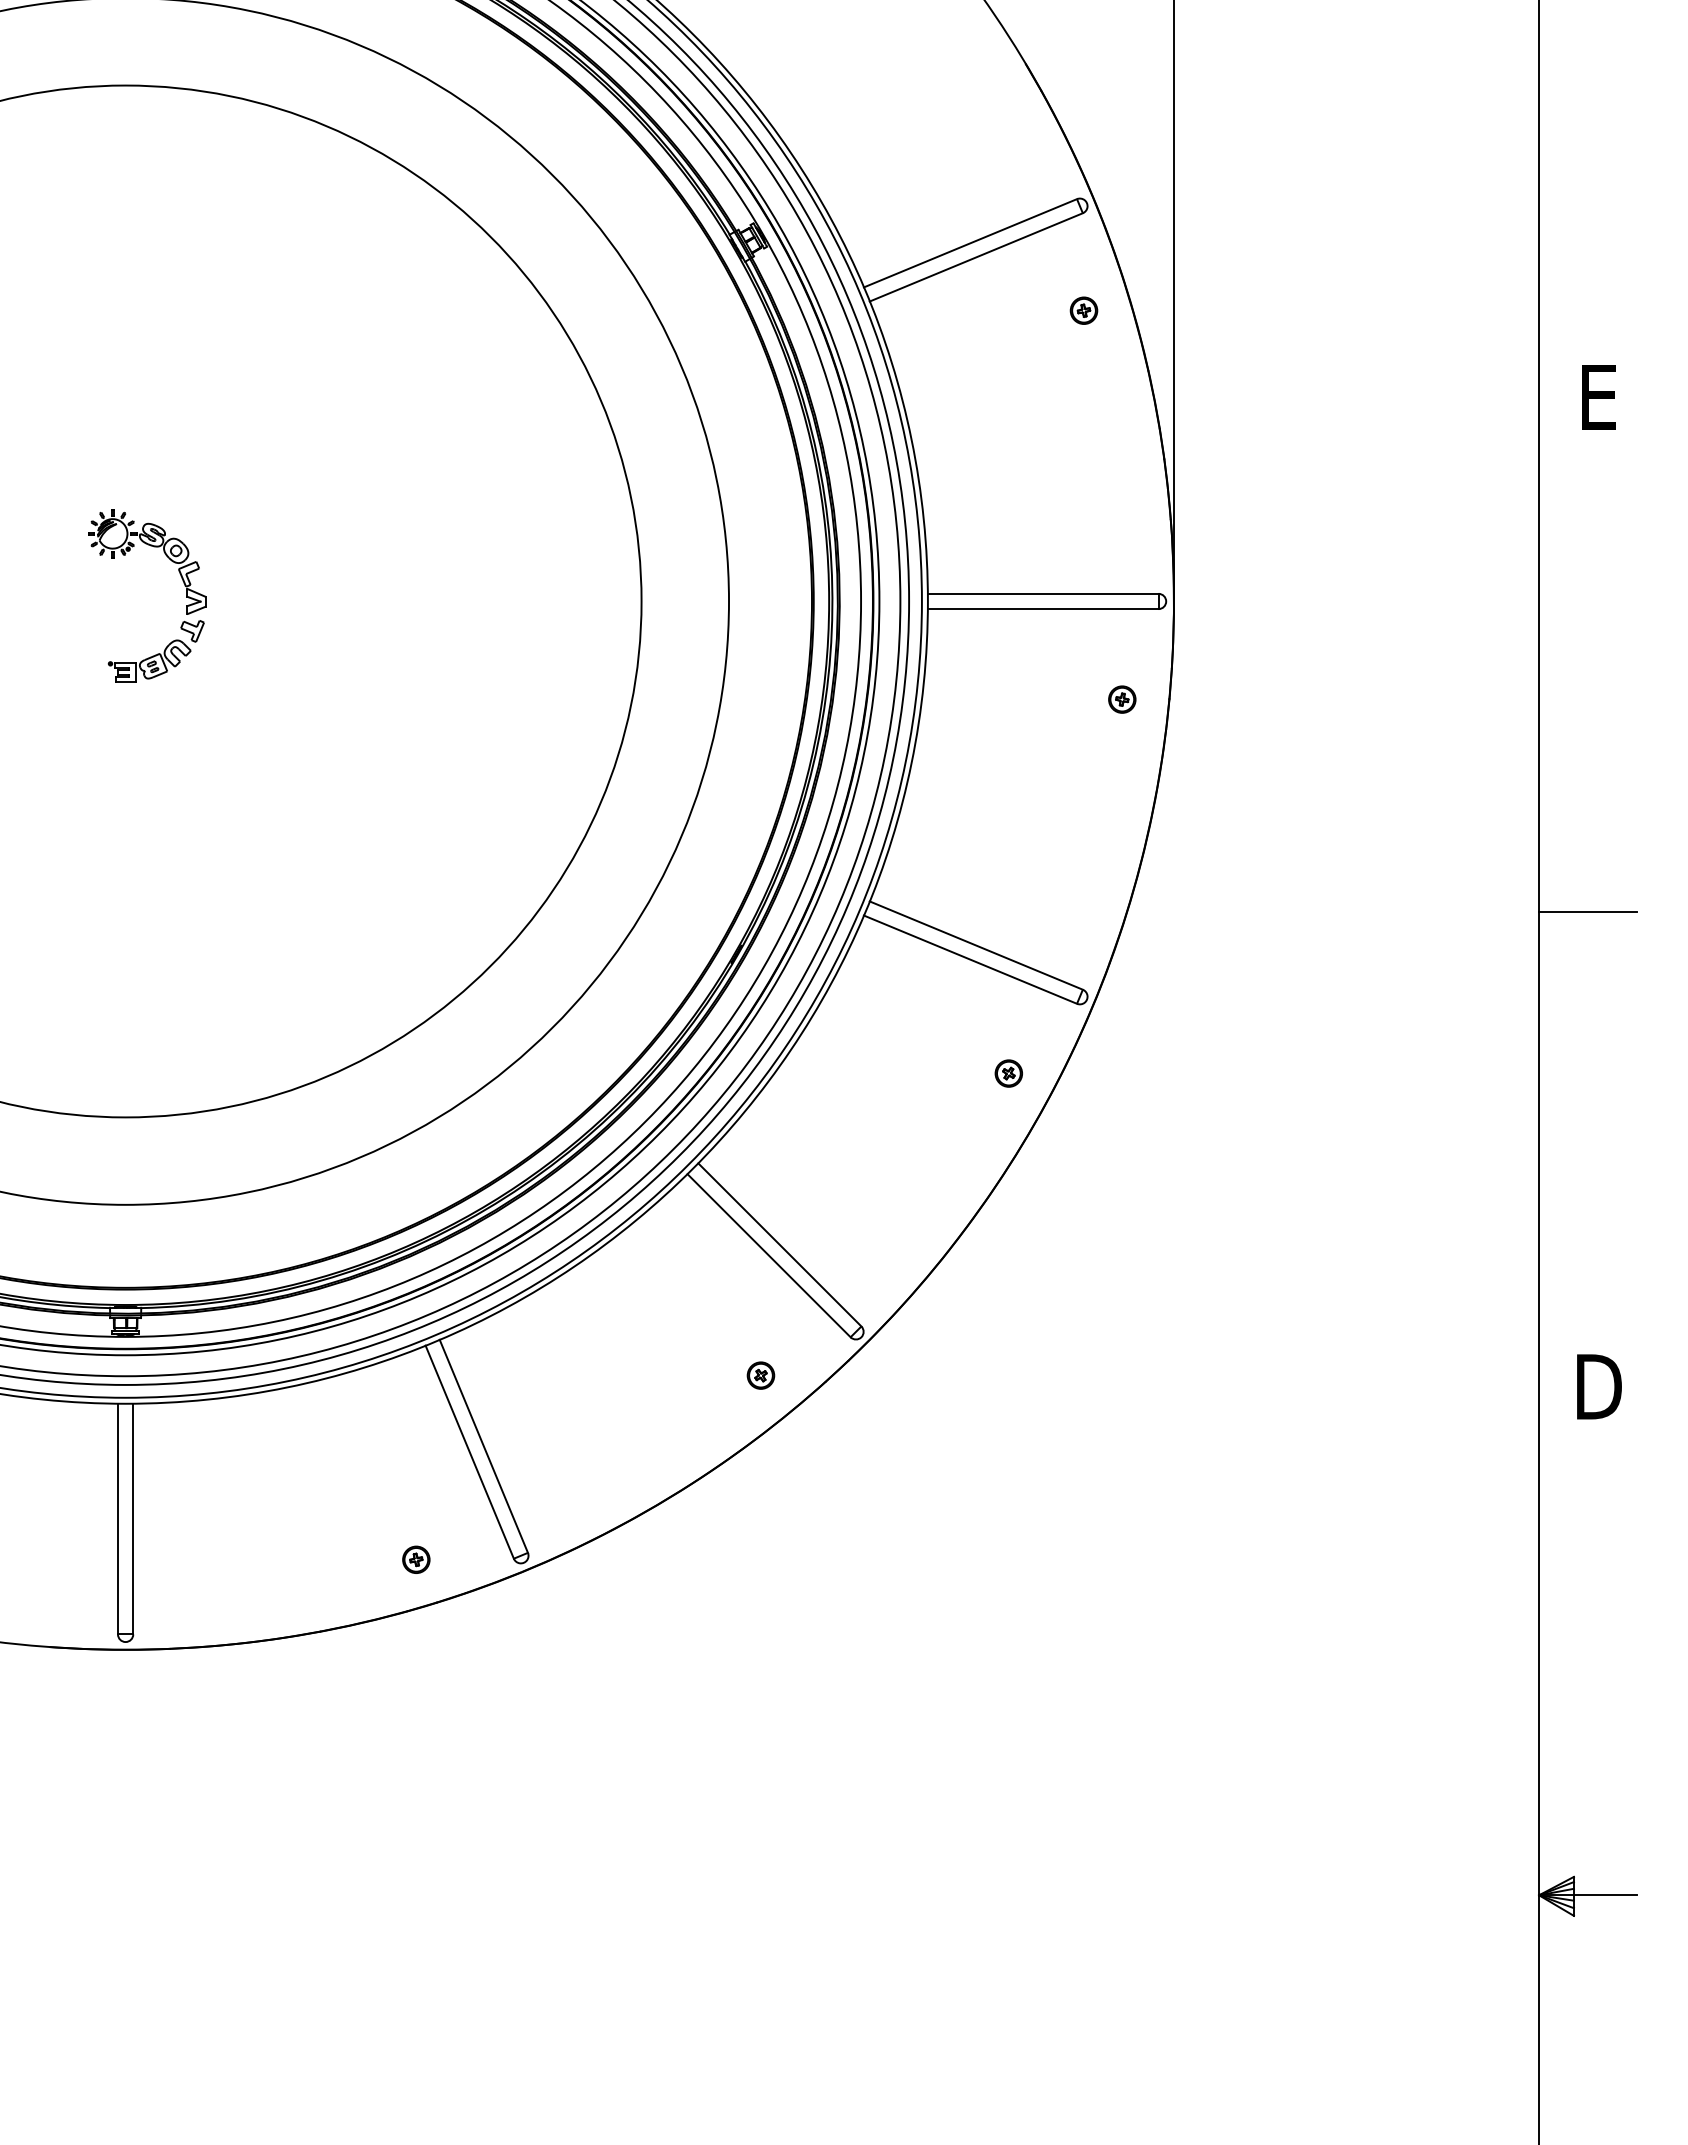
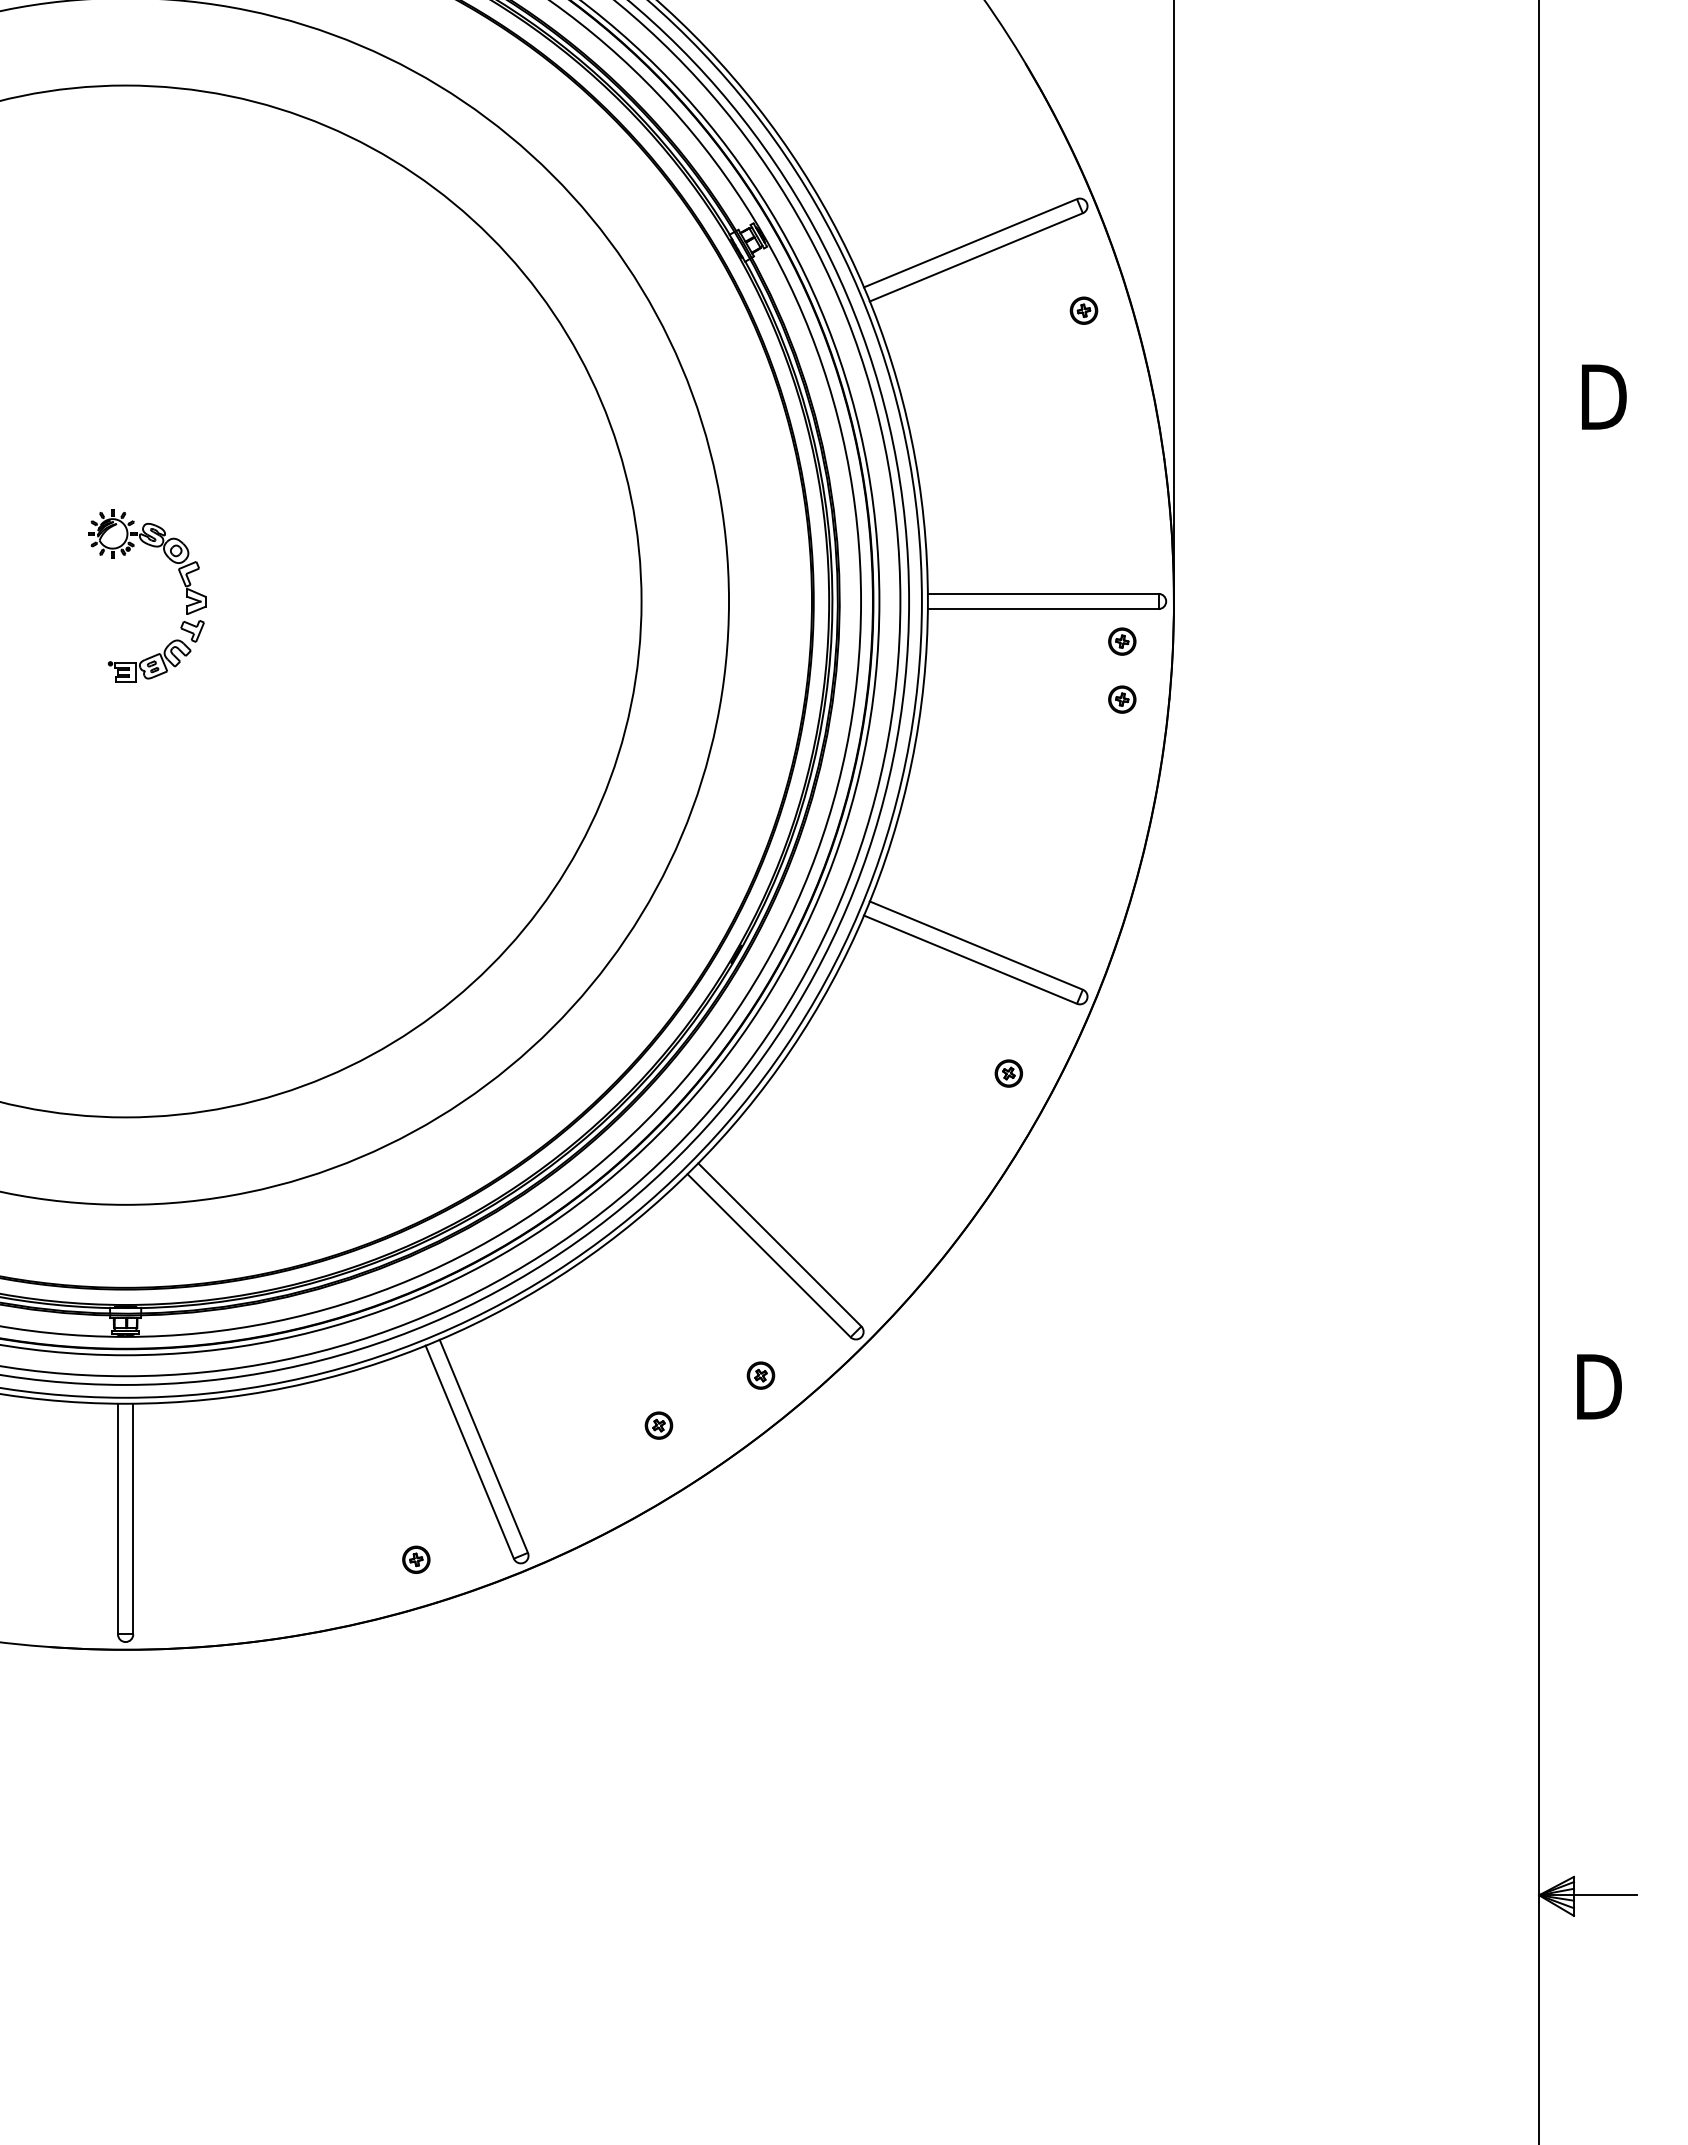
text at (1604, 396): E -> D
part at (1122, 641): none -> present
line at (1588, 911): present -> none
part at (658, 1425): none -> present
